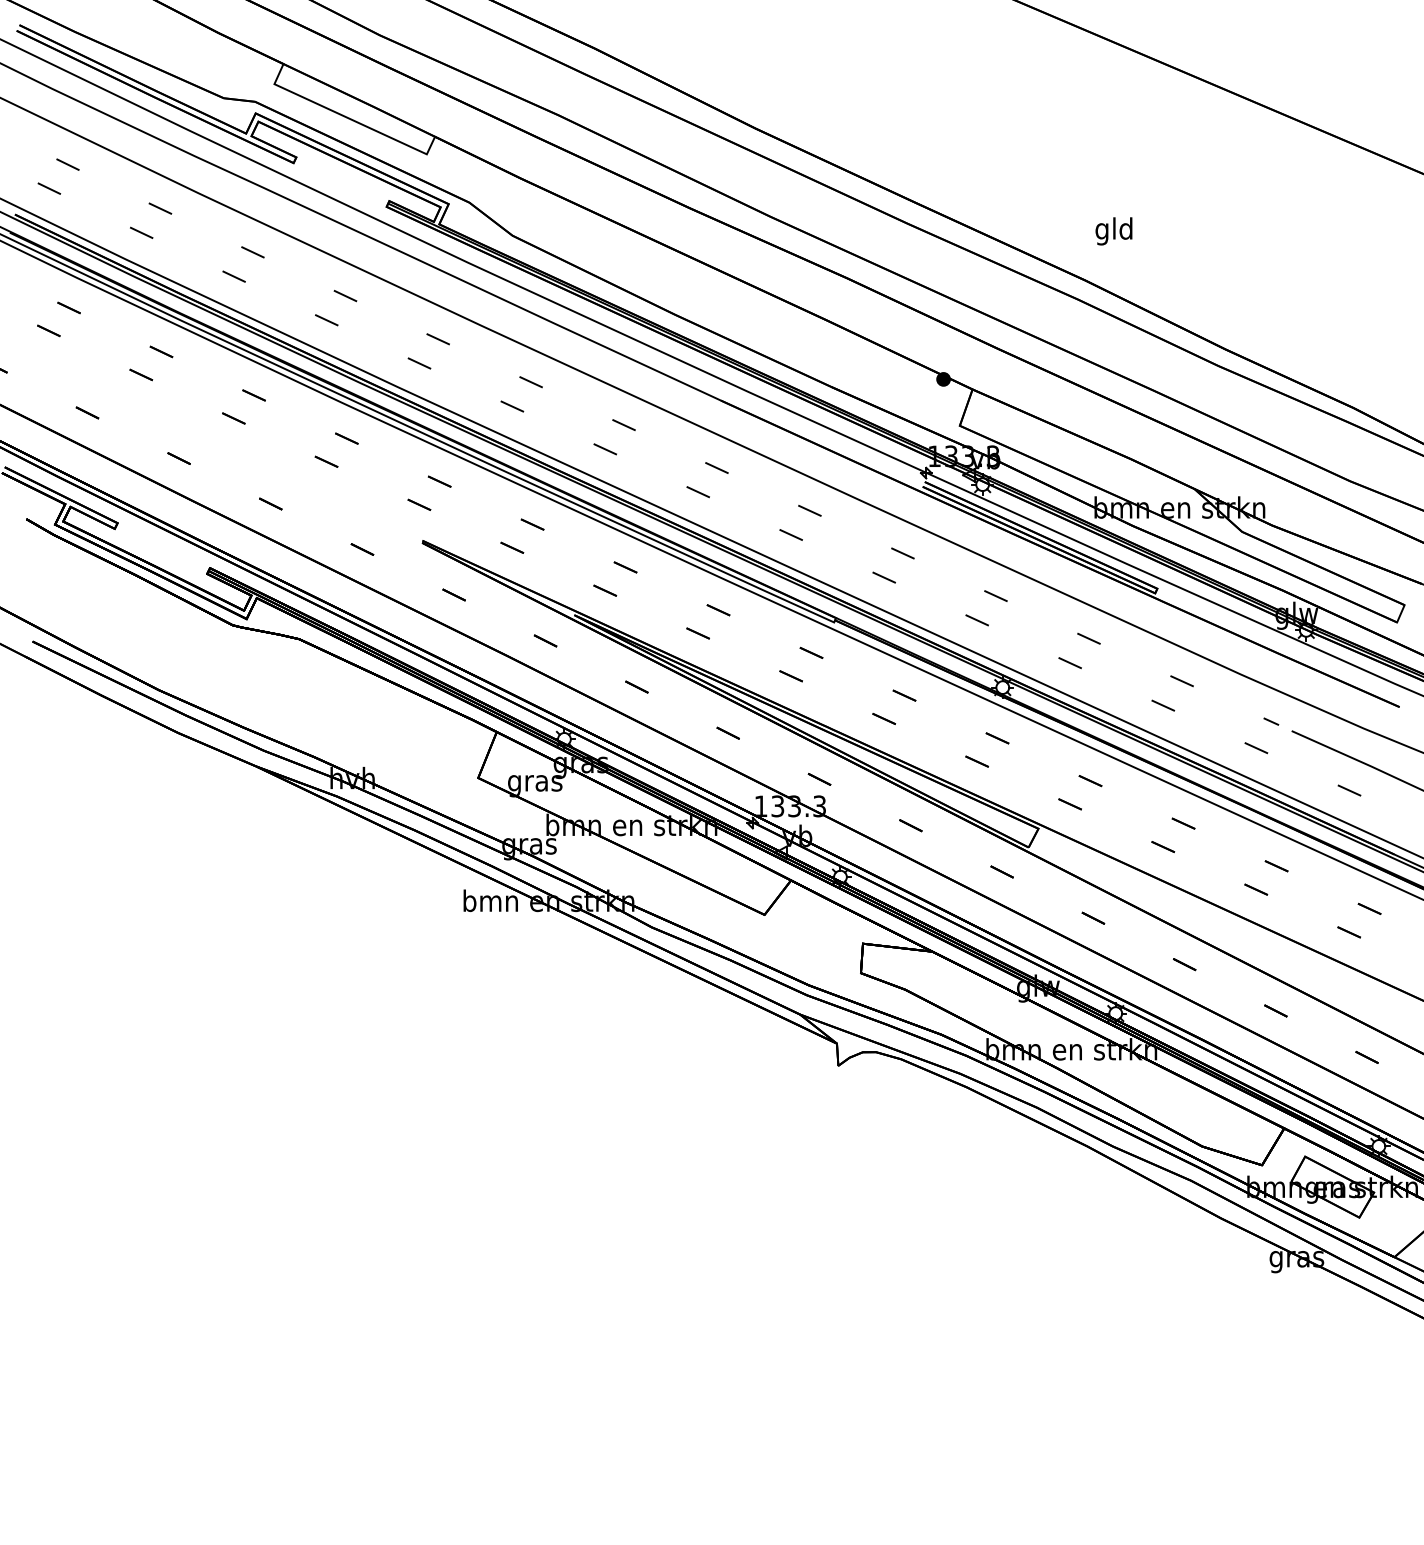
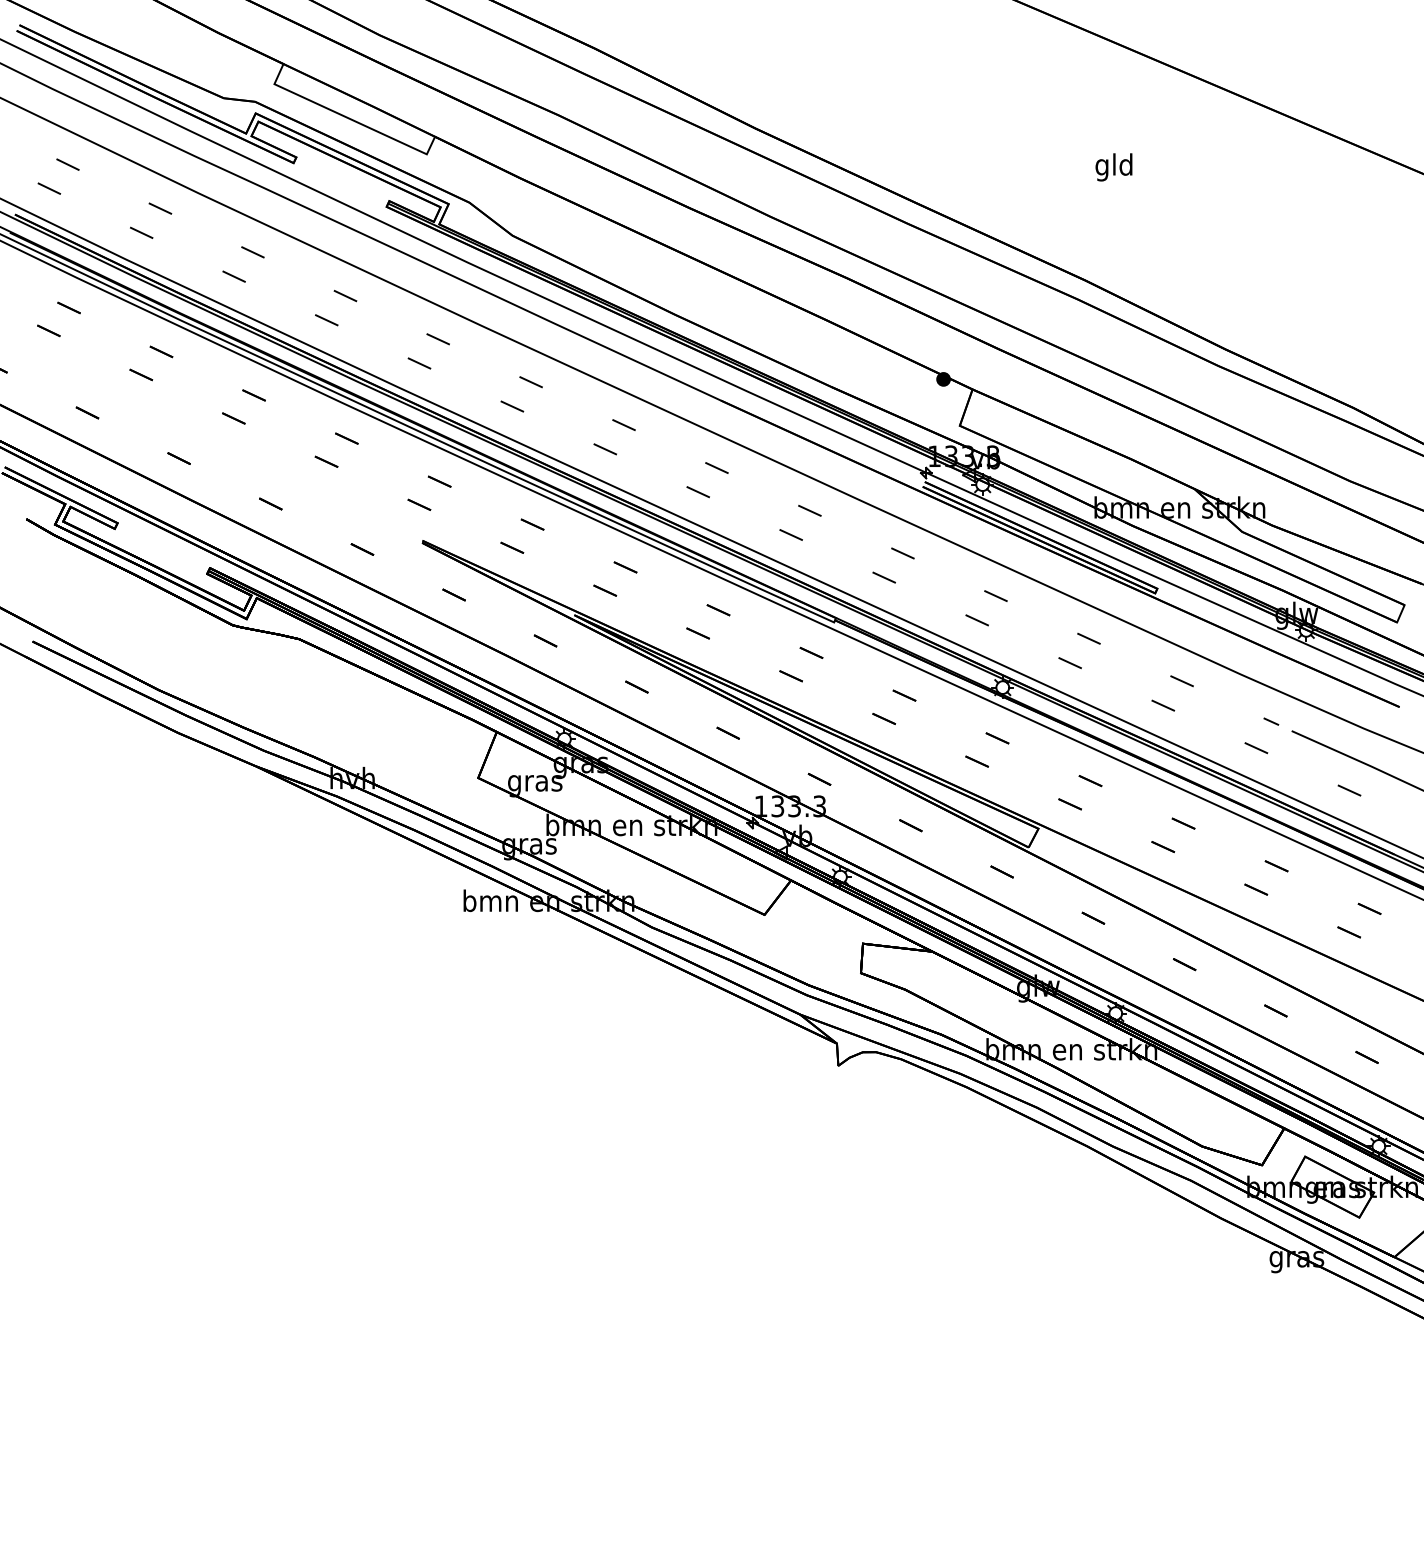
text at (1113, 231) position: (1113, 231) -> (1113, 167)
